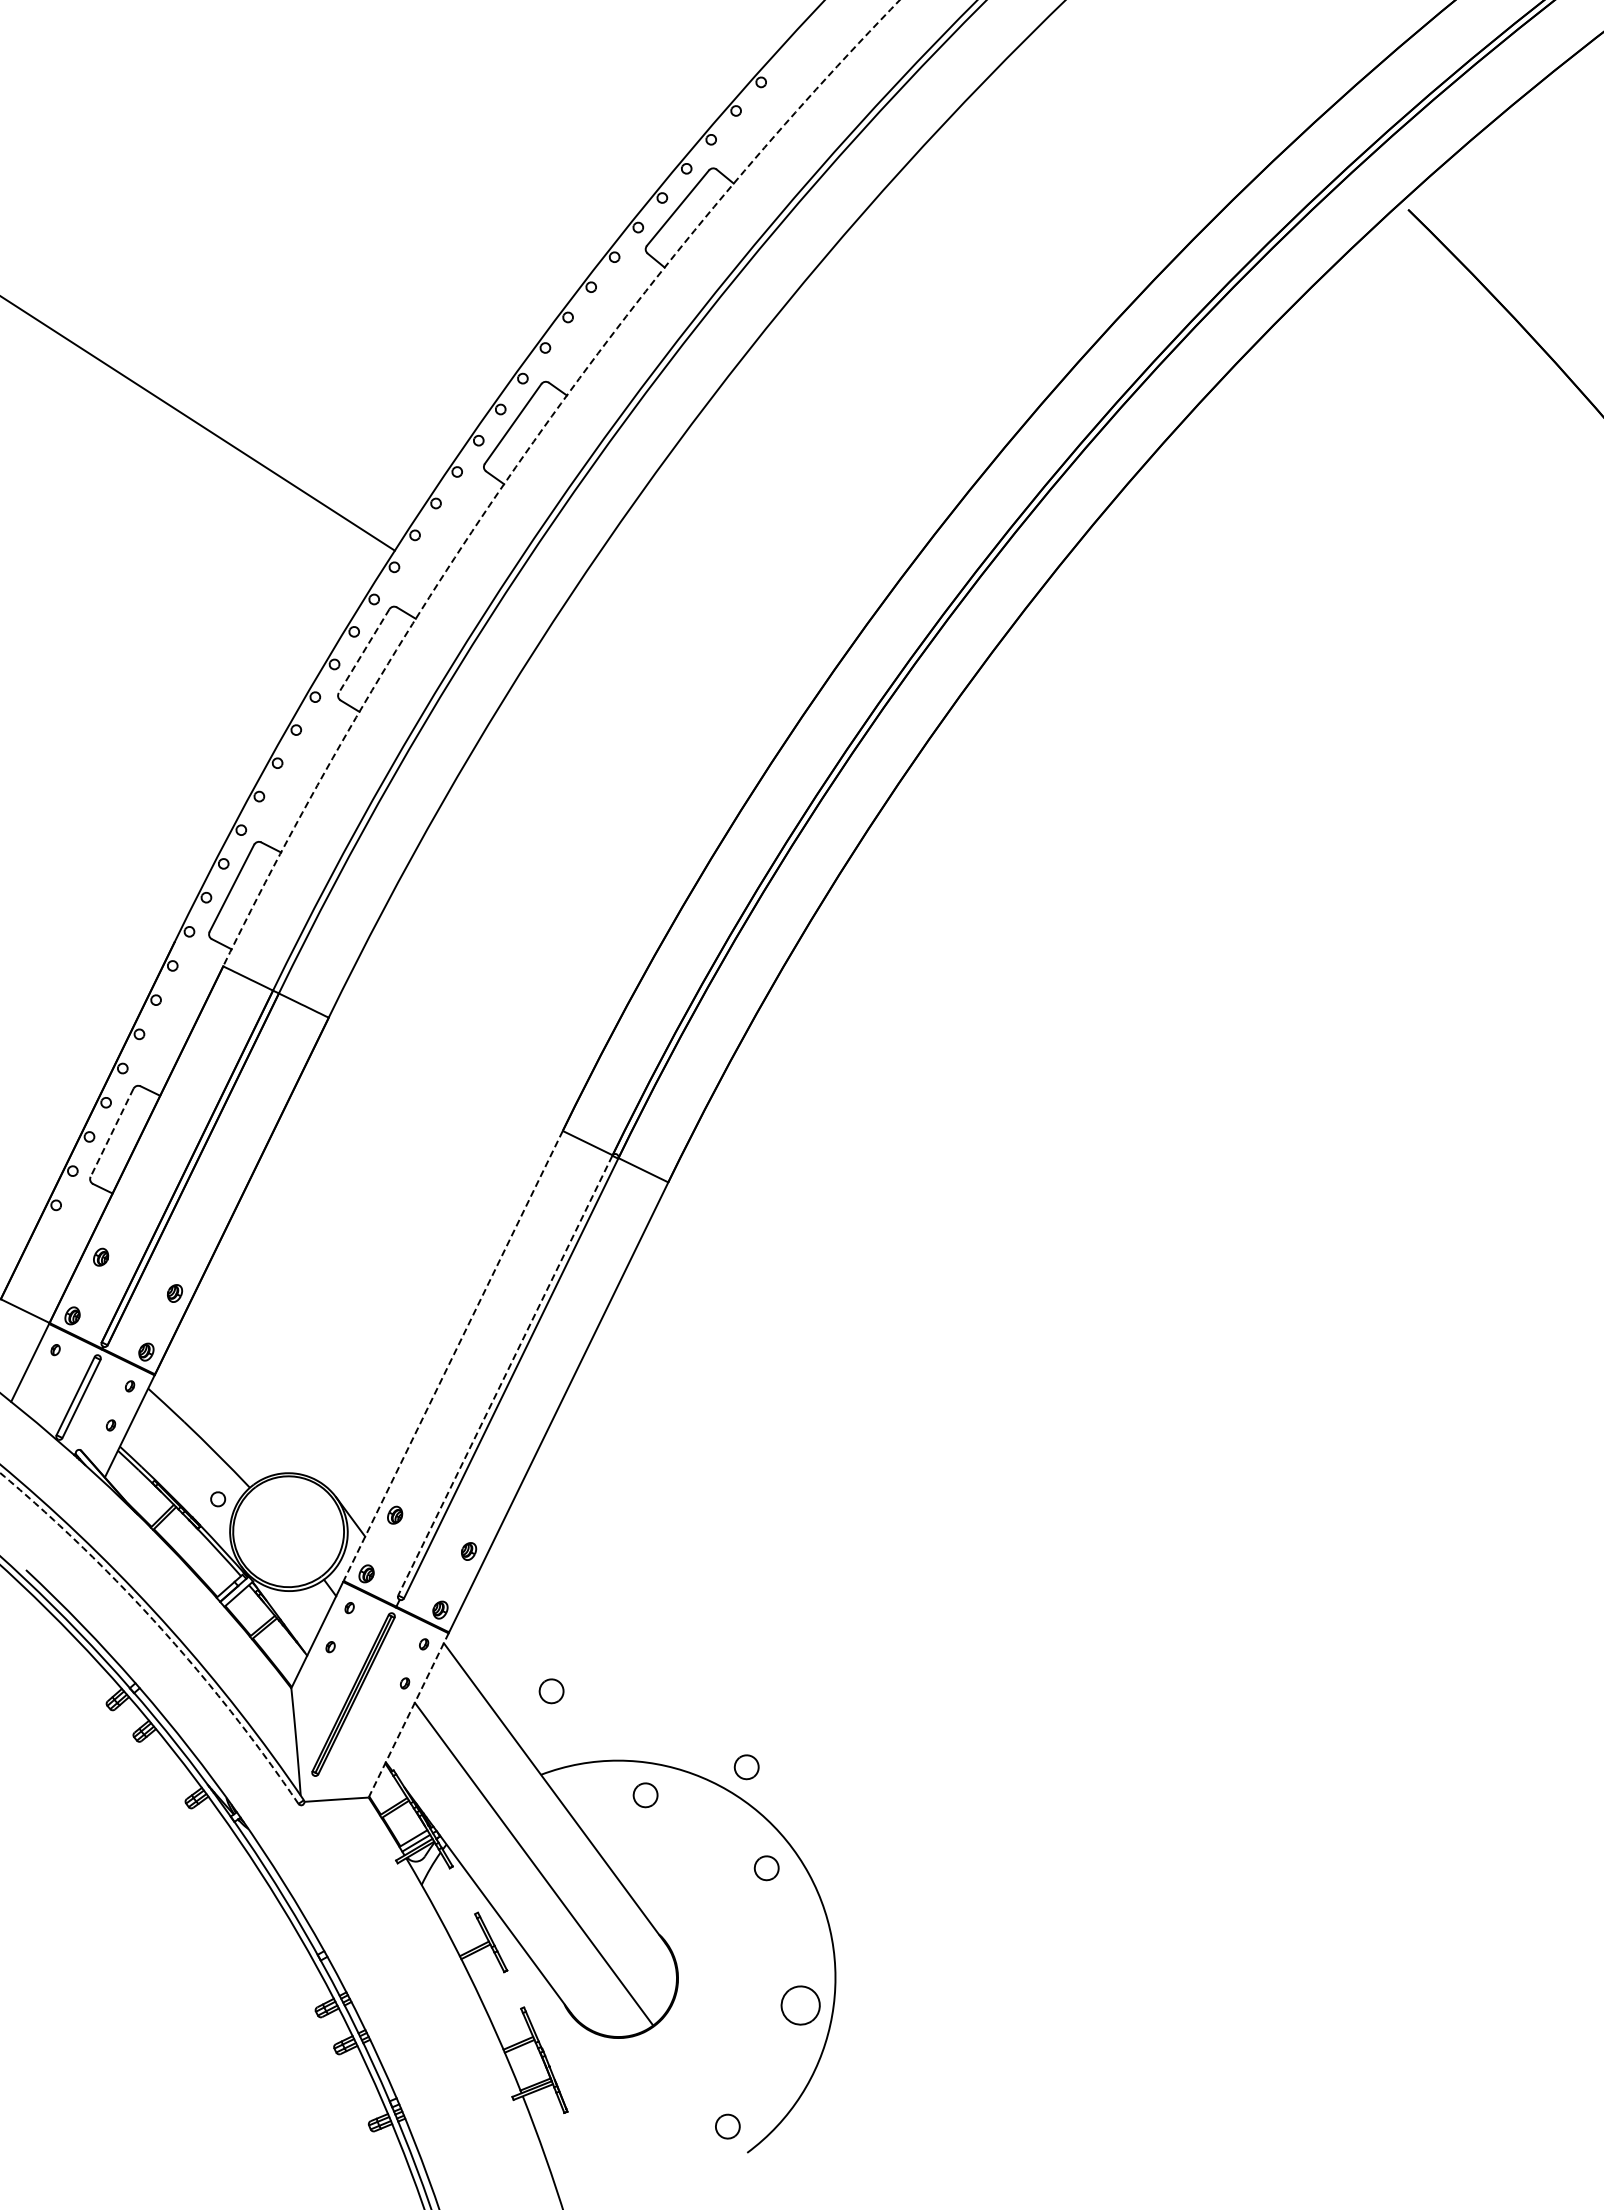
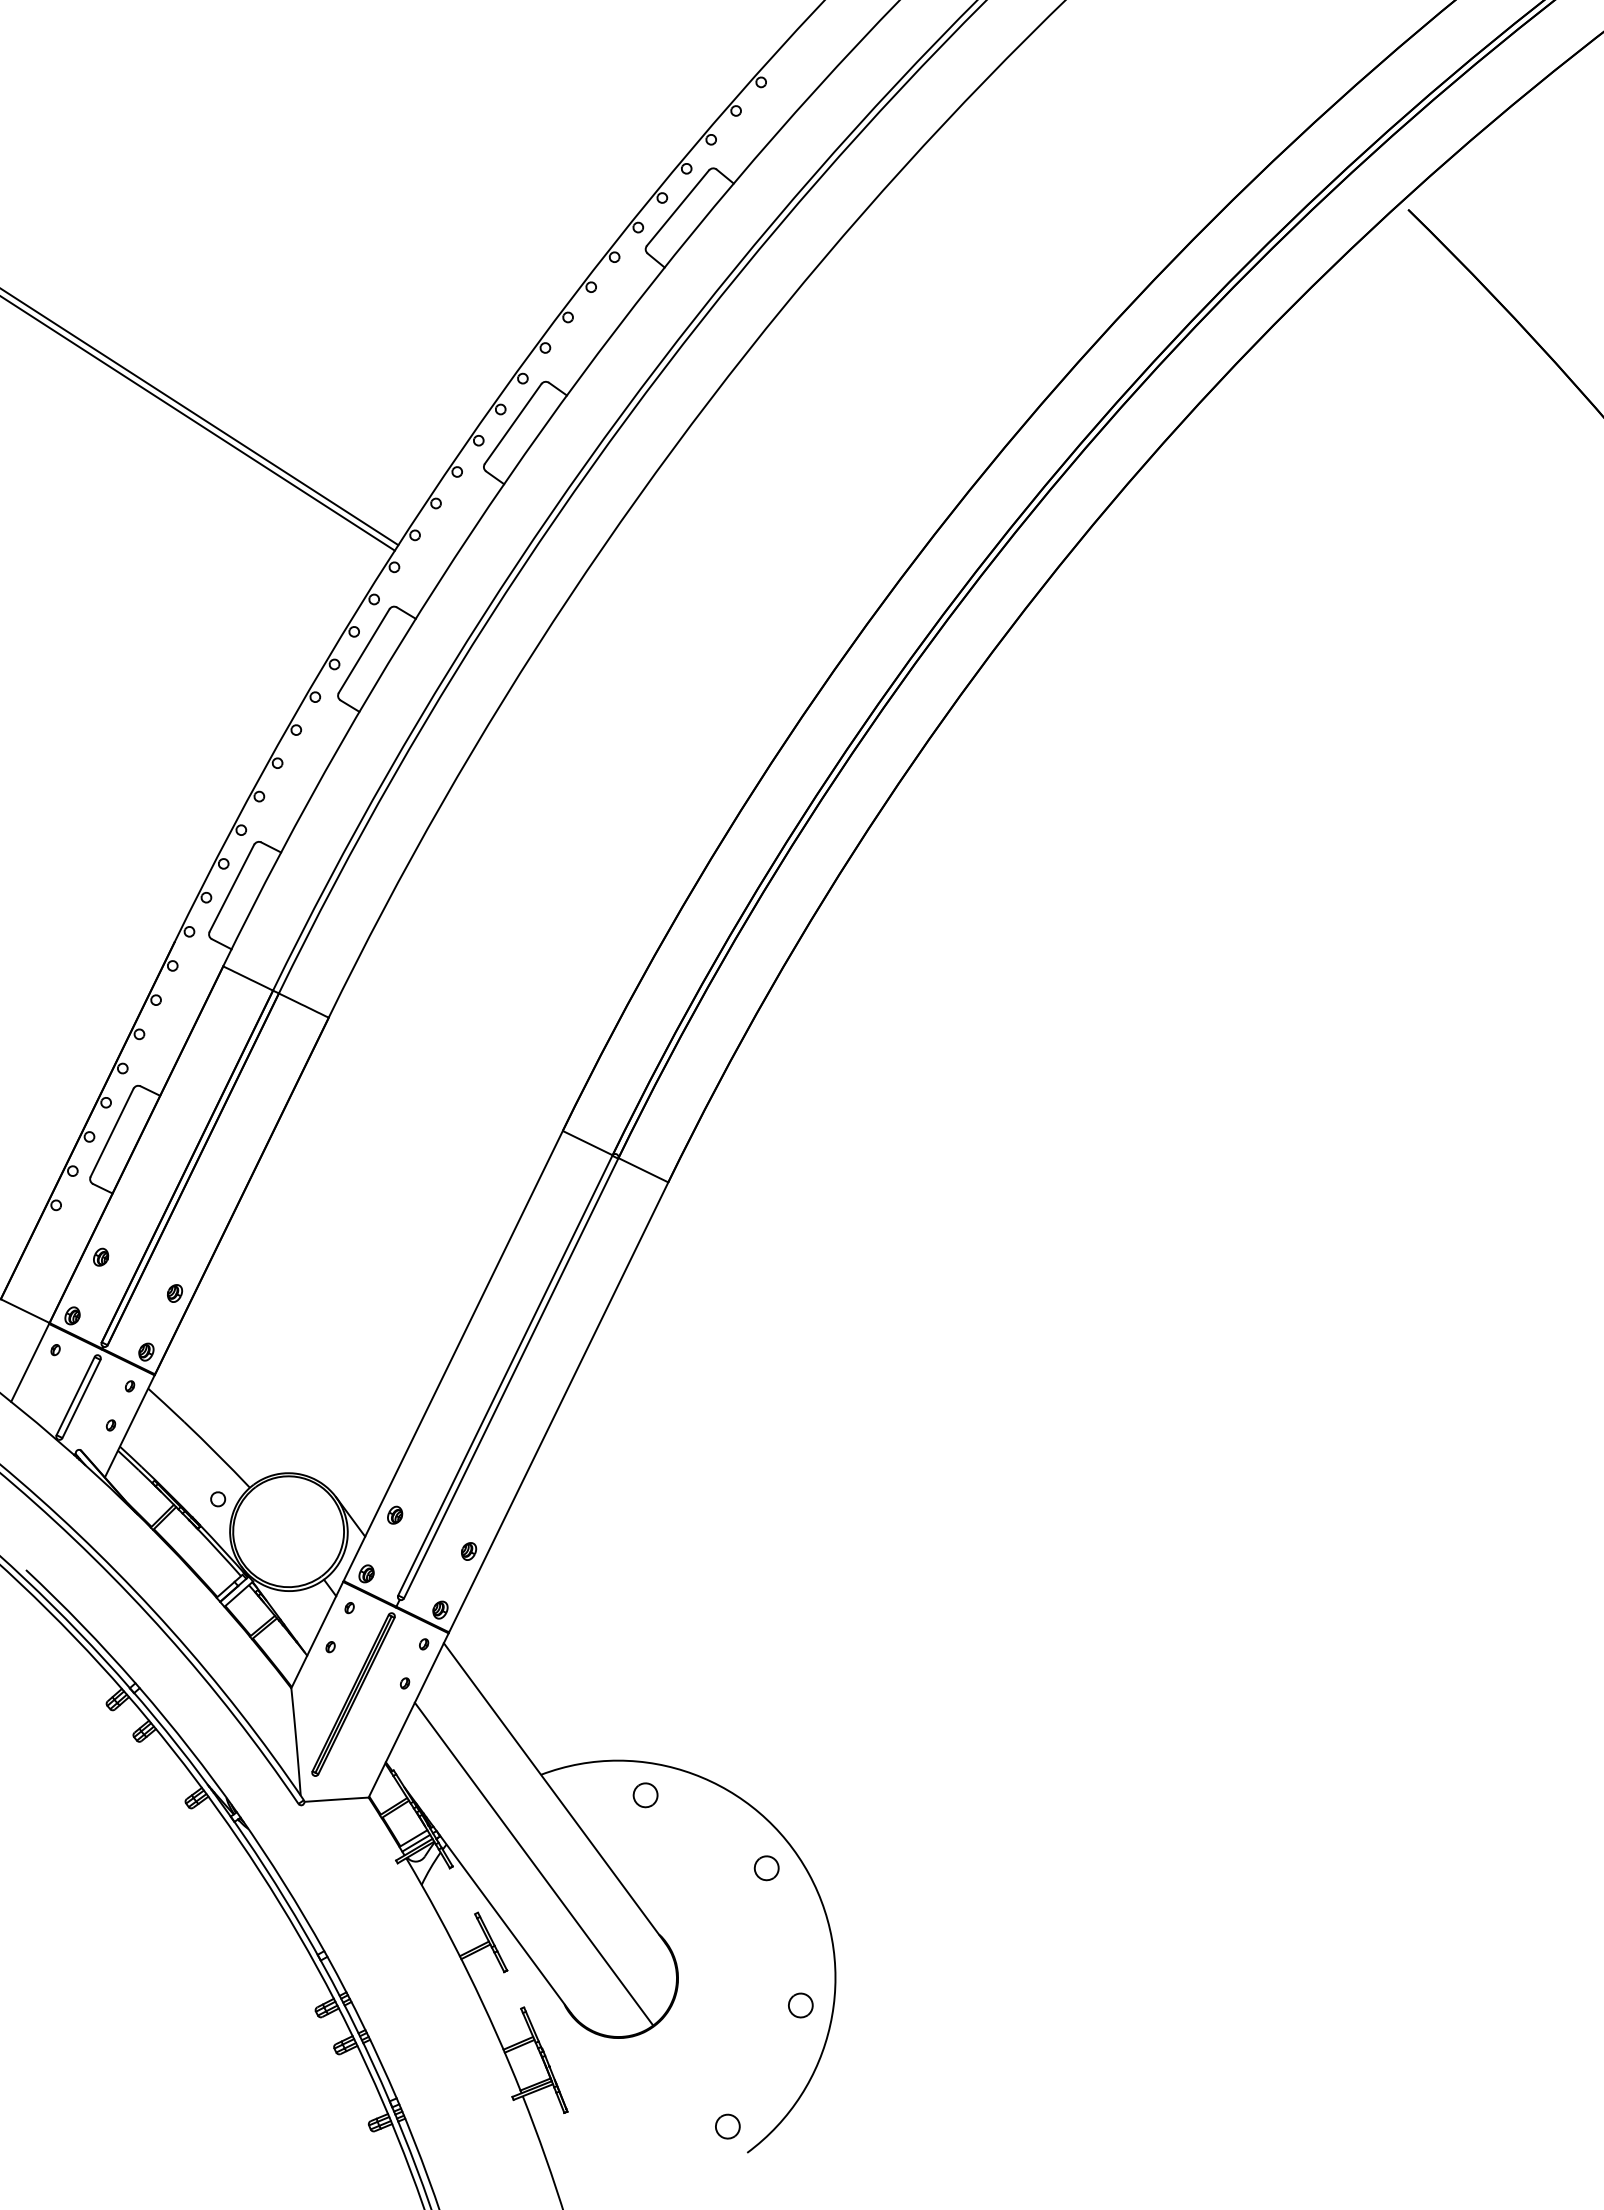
line at (200, 417): none -> present
arc at (524, 455): dashed -> solid
line at (364, 651): dashed -> solid
line at (112, 1132): dashed -> solid
line at (453, 1356): dashed -> solid
line at (505, 1375): dashed -> solid
arc at (160, 1627): dashed -> solid
part at (551, 1691): present -> none
line at (408, 1715): dashed -> solid
part at (746, 1767): present -> none
part at (800, 2005) size: 41x41 px -> 26x27 px
